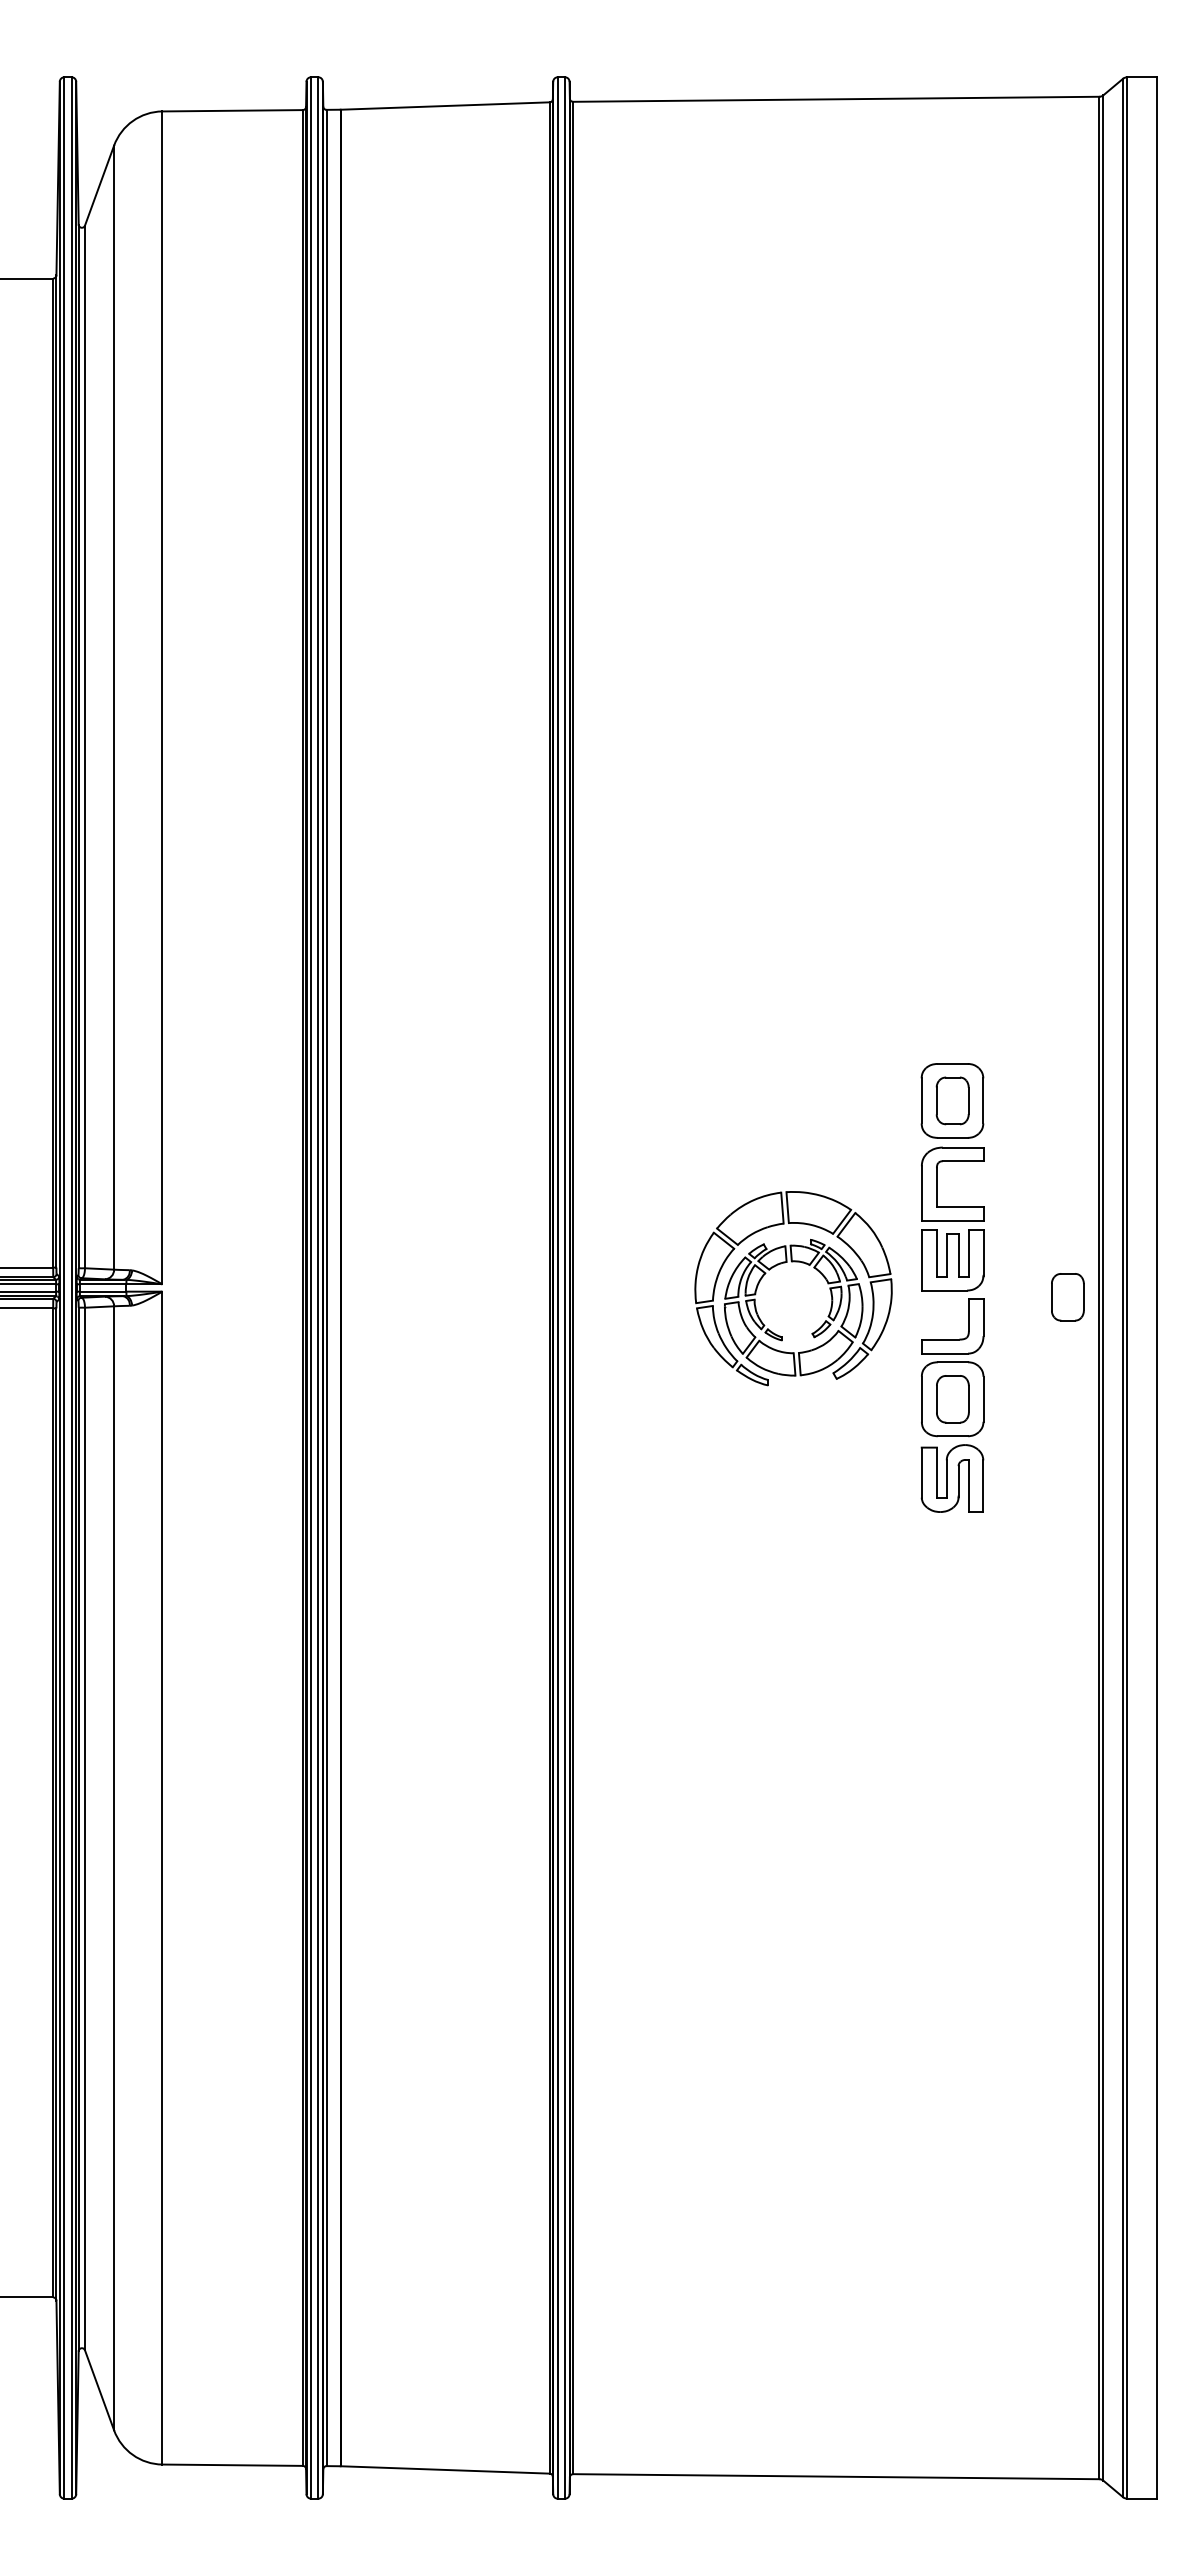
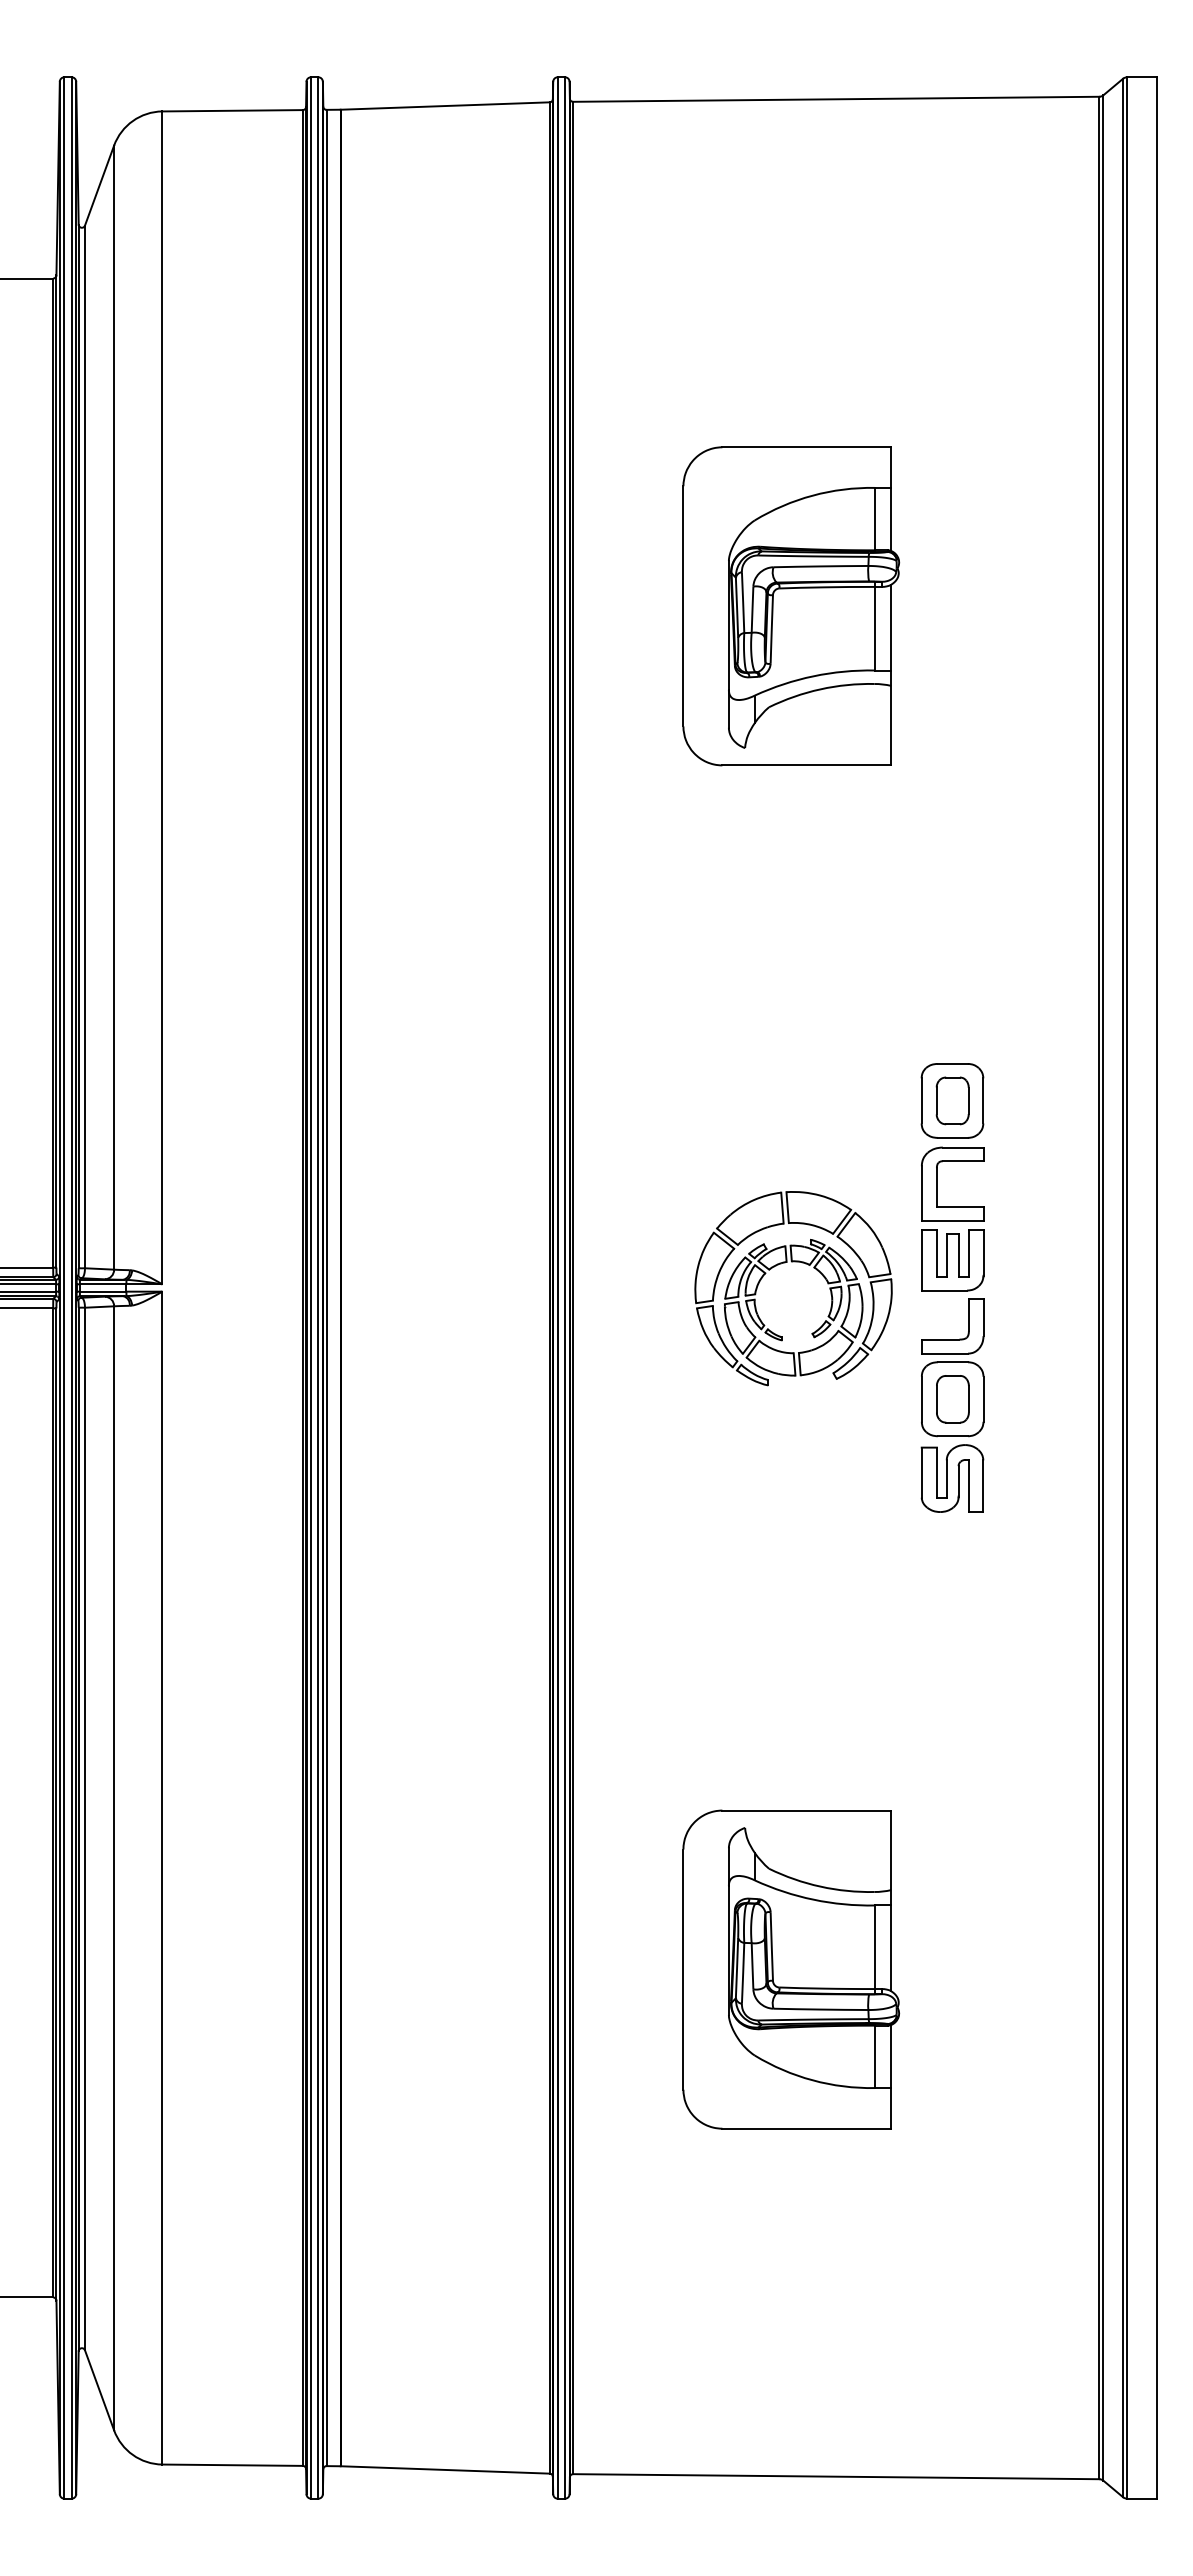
part at (791, 606): none -> present
part at (1067, 1297): present -> none
part at (790, 1969): none -> present
